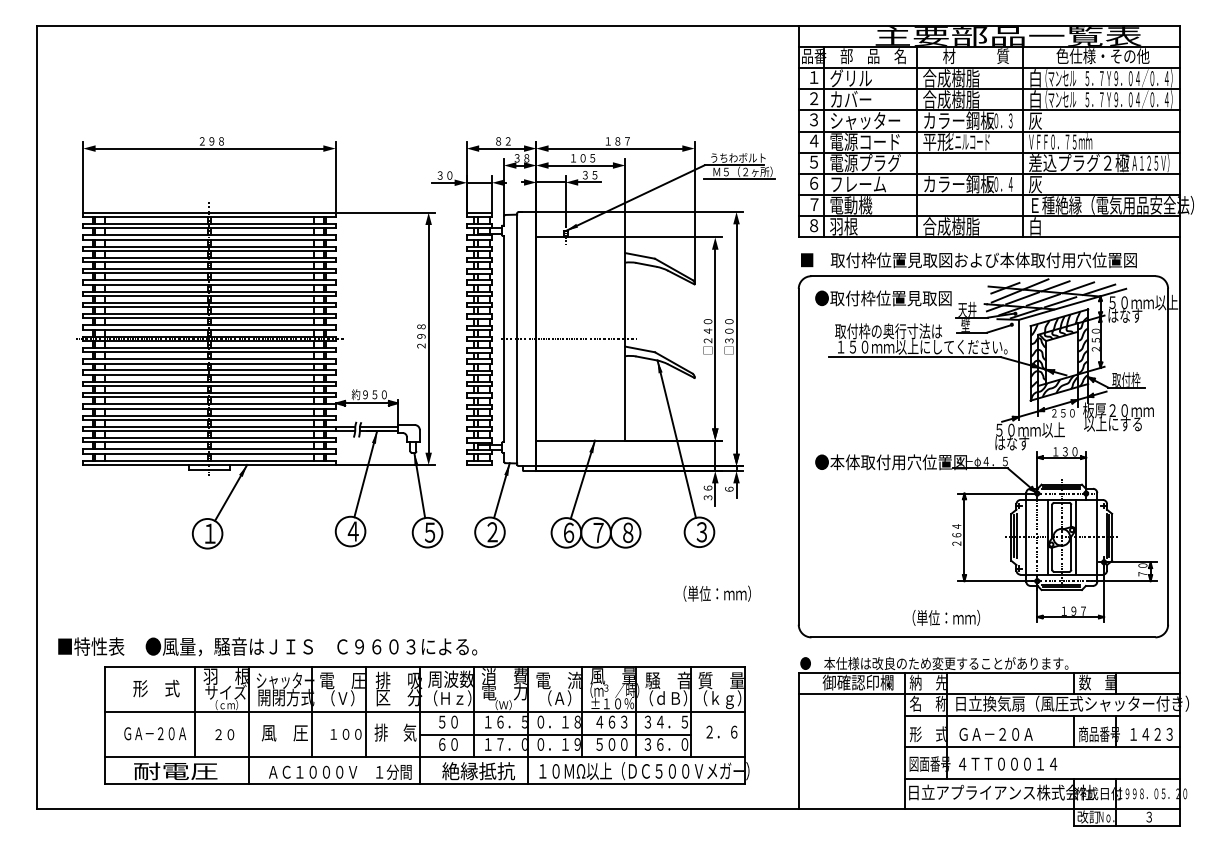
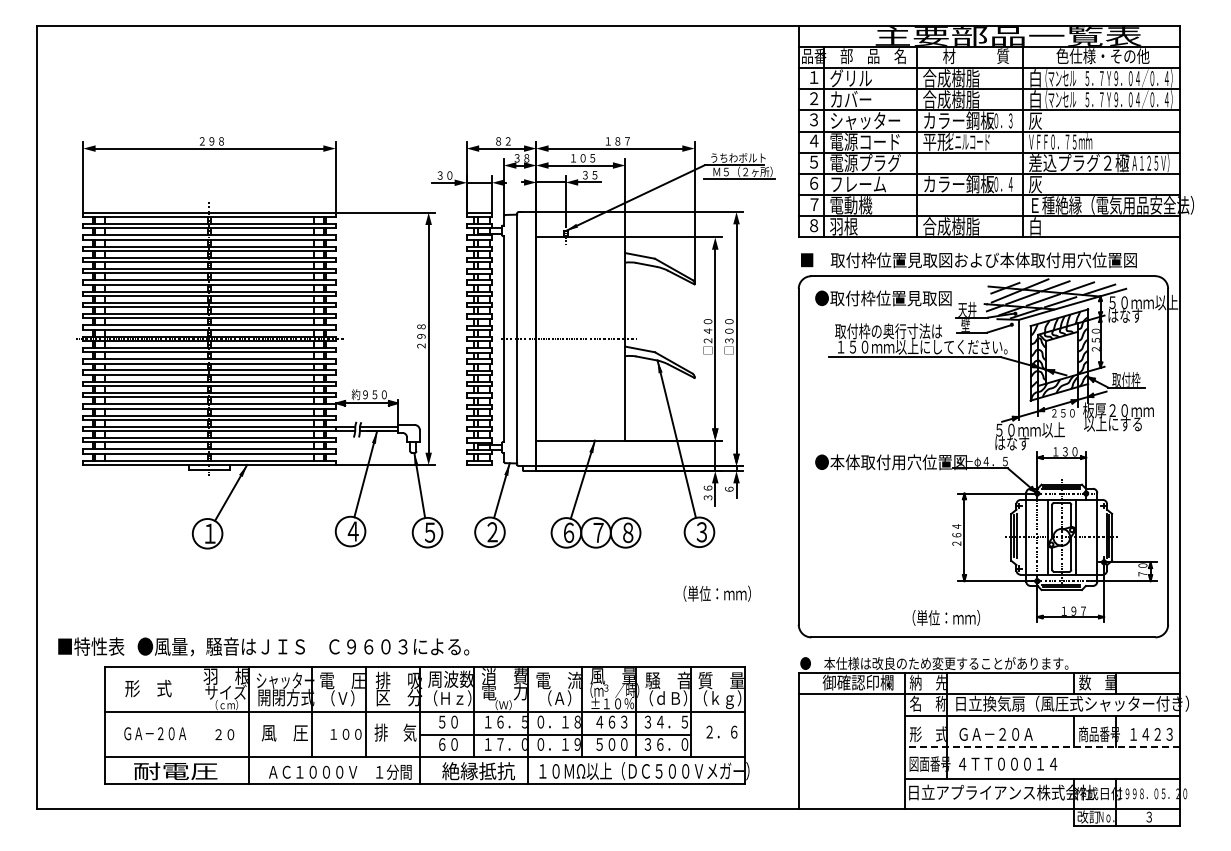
text at (311, 646) position: (311, 646) -> (303, 646)
text at (156, 688) position: (156, 688) -> (148, 688)
line at (195, 712): present -> none
line at (1042, 747): solid -> dashed
